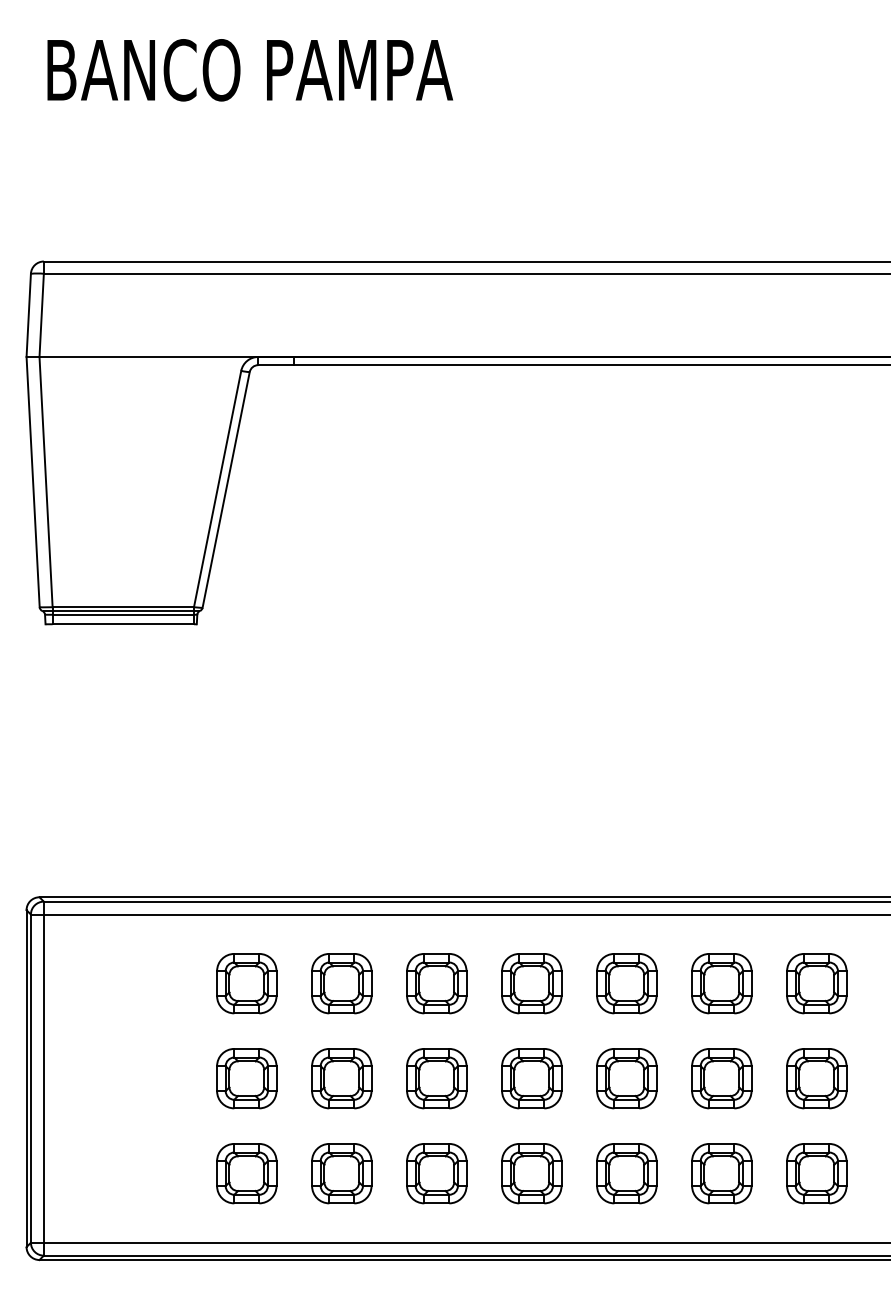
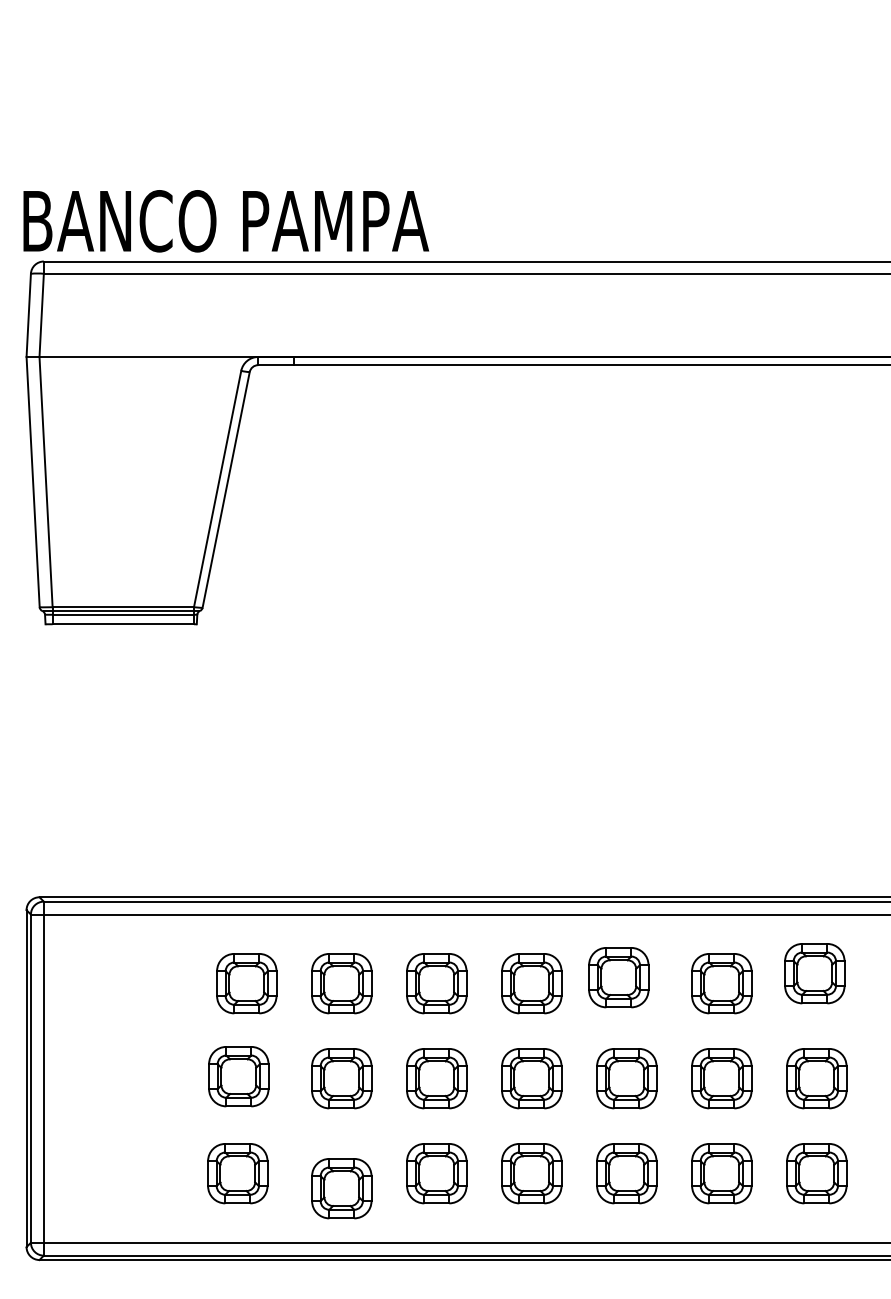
text at (250, 70) position: (250, 70) -> (226, 221)
part at (626, 983) position: (626, 983) -> (618, 977)
part at (816, 983) position: (816, 983) -> (814, 973)
part at (246, 1078) position: (246, 1078) -> (238, 1076)
part at (246, 1173) position: (246, 1173) -> (237, 1173)
part at (341, 1173) position: (341, 1173) -> (341, 1188)
